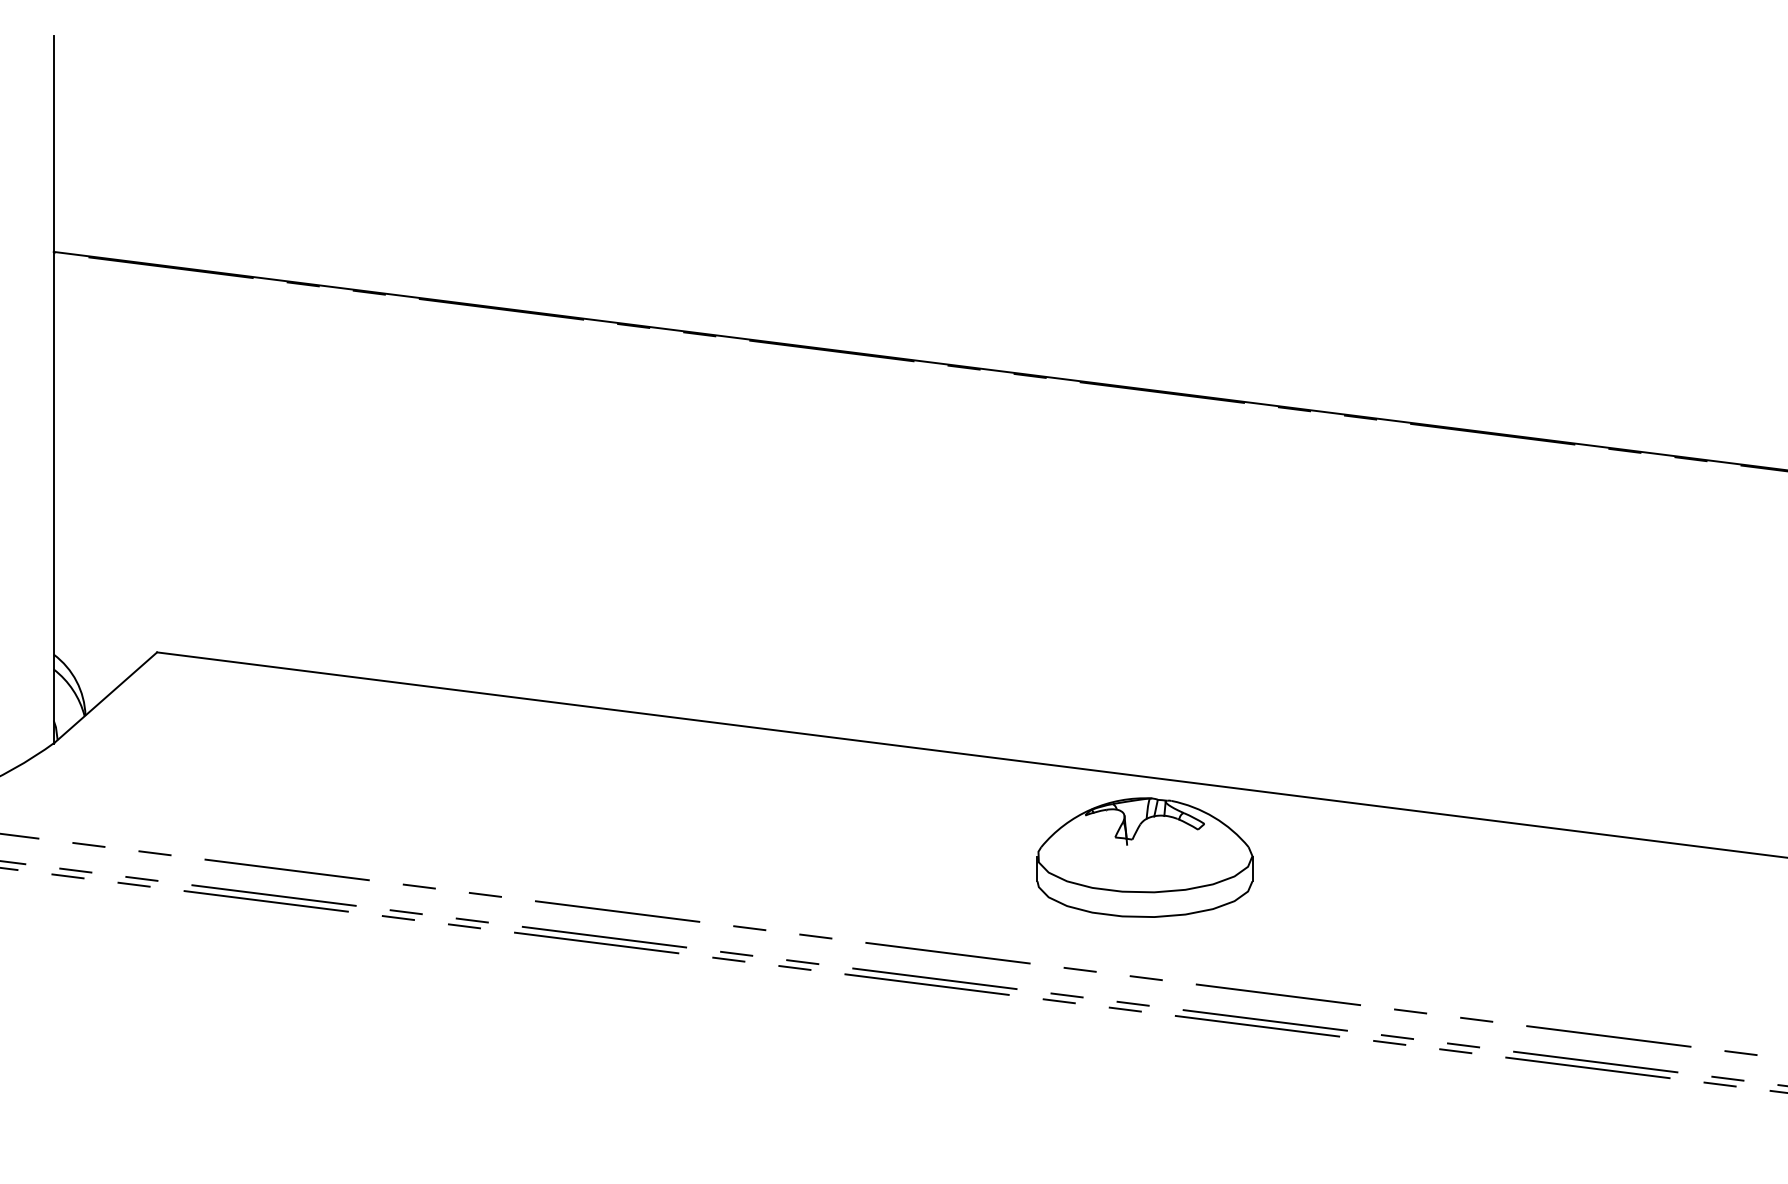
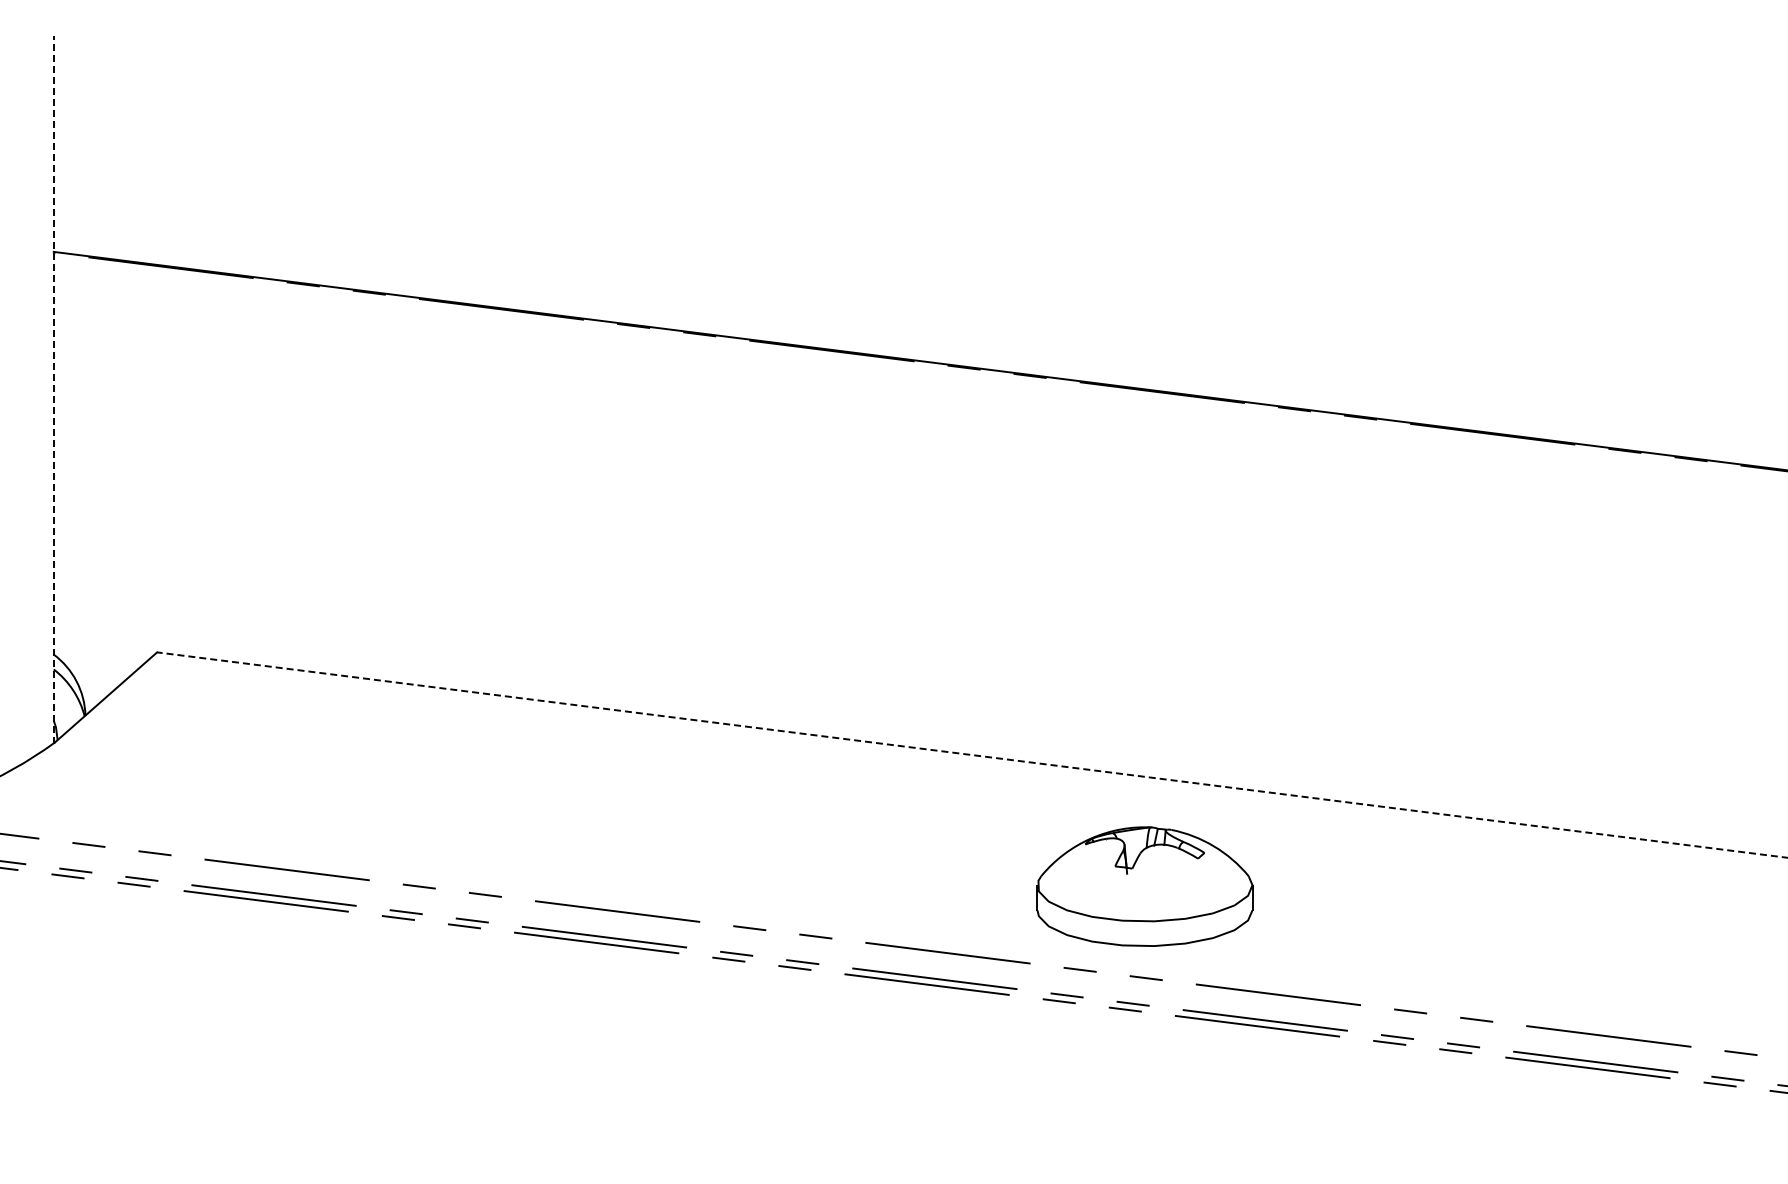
line at (53, 389): solid -> dashed
line at (972, 755): solid -> dashed
part at (1144, 857) position: (1144, 857) -> (1144, 886)
